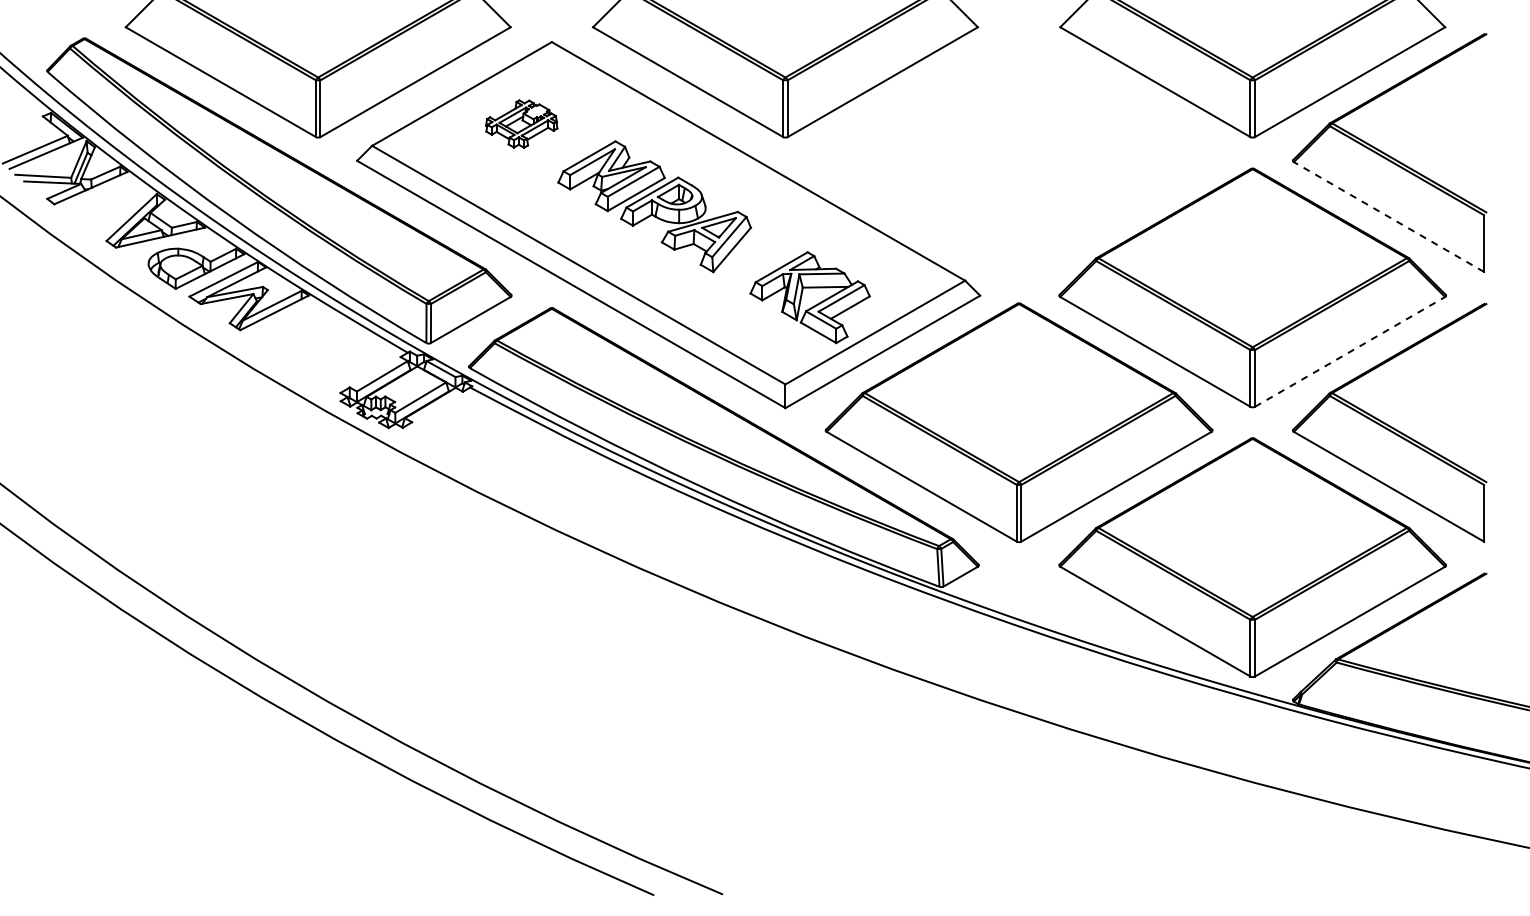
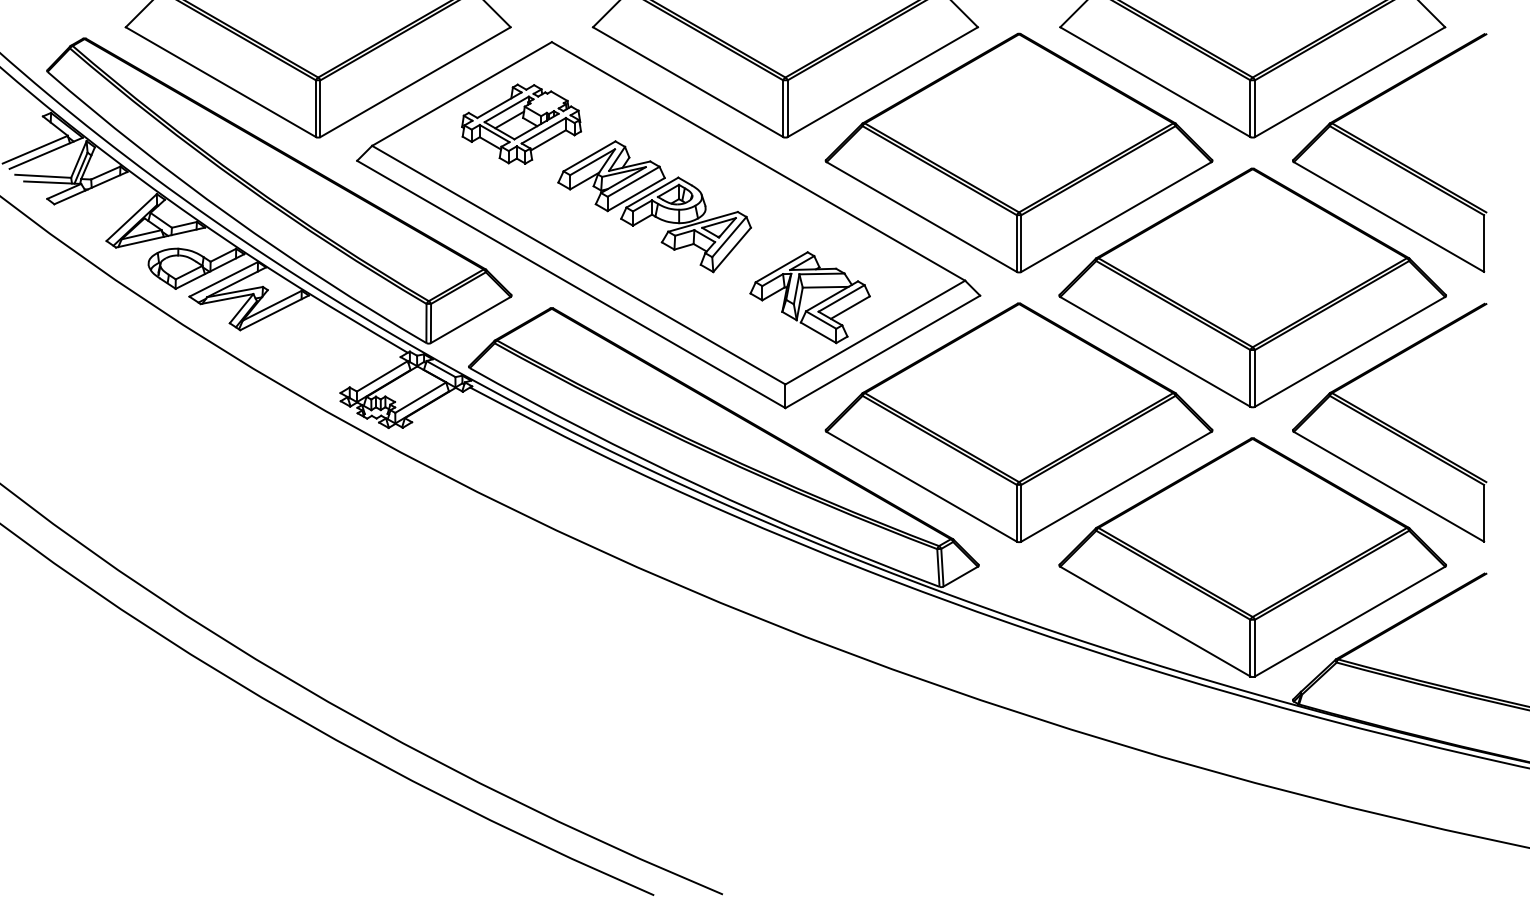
part at (521, 123) size: 74x50 px -> 122x82 px
part at (1018, 152): none -> present
line at (1389, 217): dashed -> solid
line at (1350, 351): dashed -> solid
